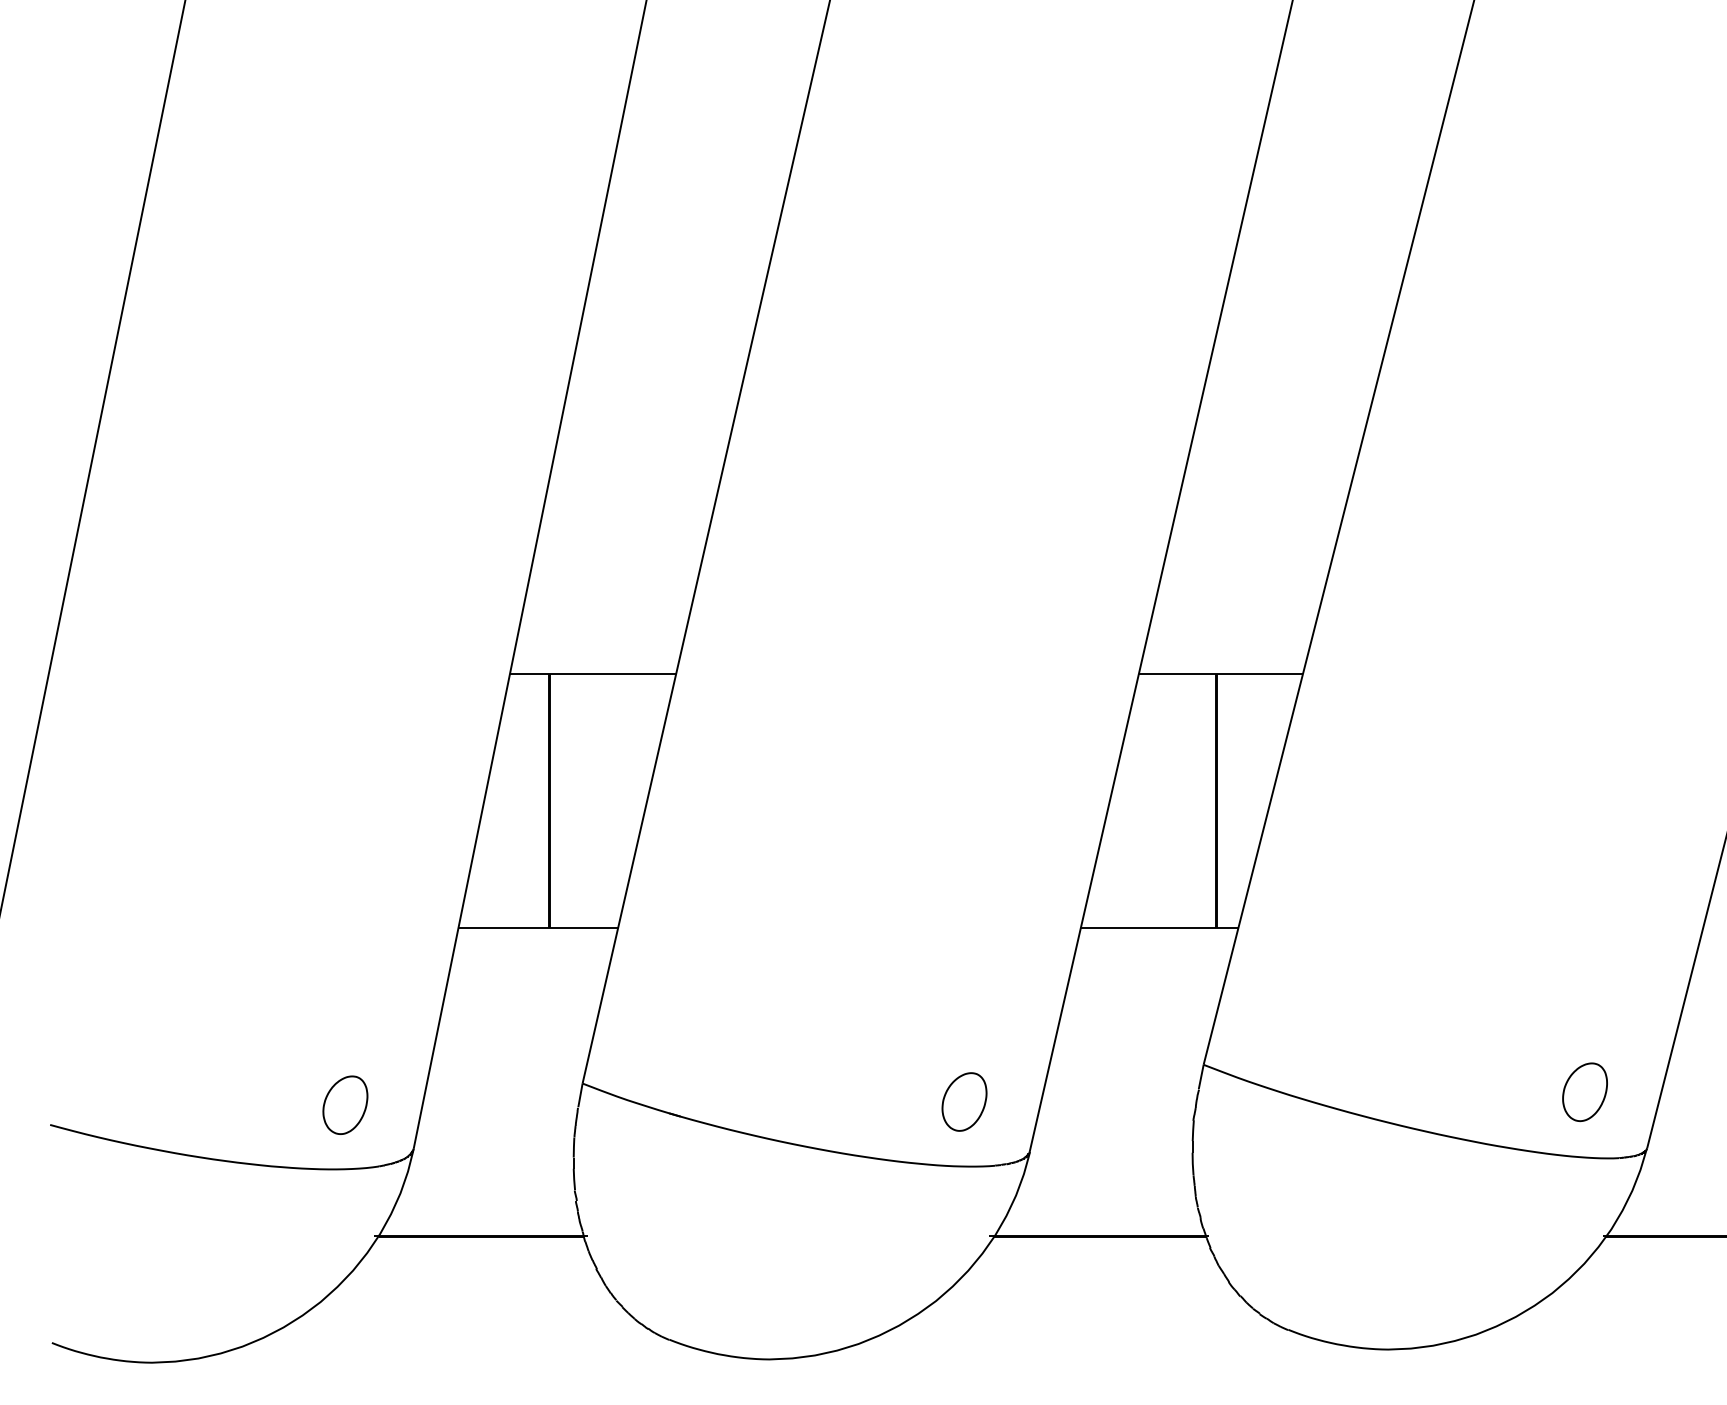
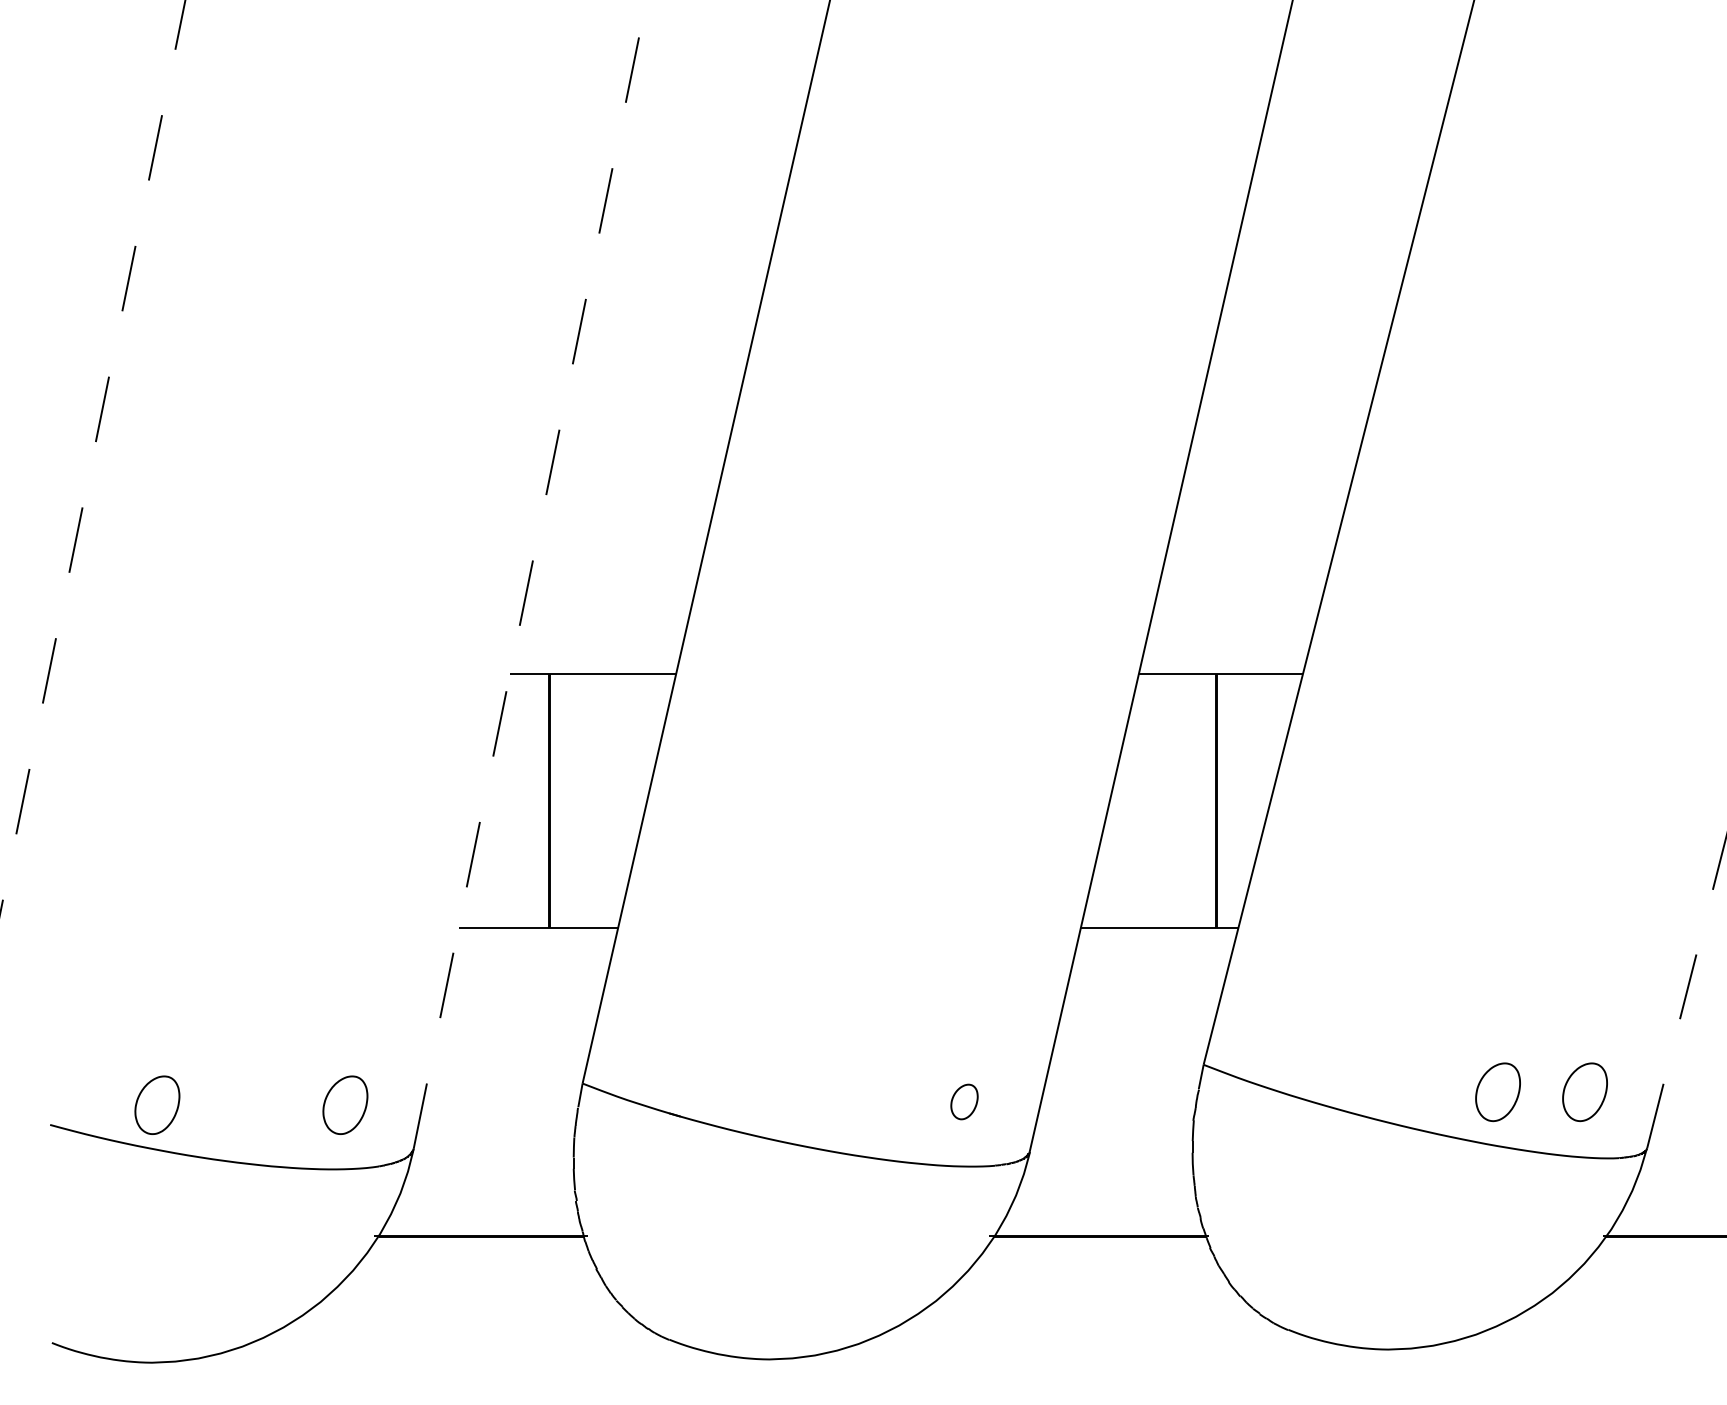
line at (92, 456): solid -> dashed
line at (530, 574): solid -> dashed
line at (1687, 991): solid -> dashed
part at (1497, 1092): none -> present
part at (964, 1101) size: 47x60 px -> 29x38 px
part at (157, 1104): none -> present
